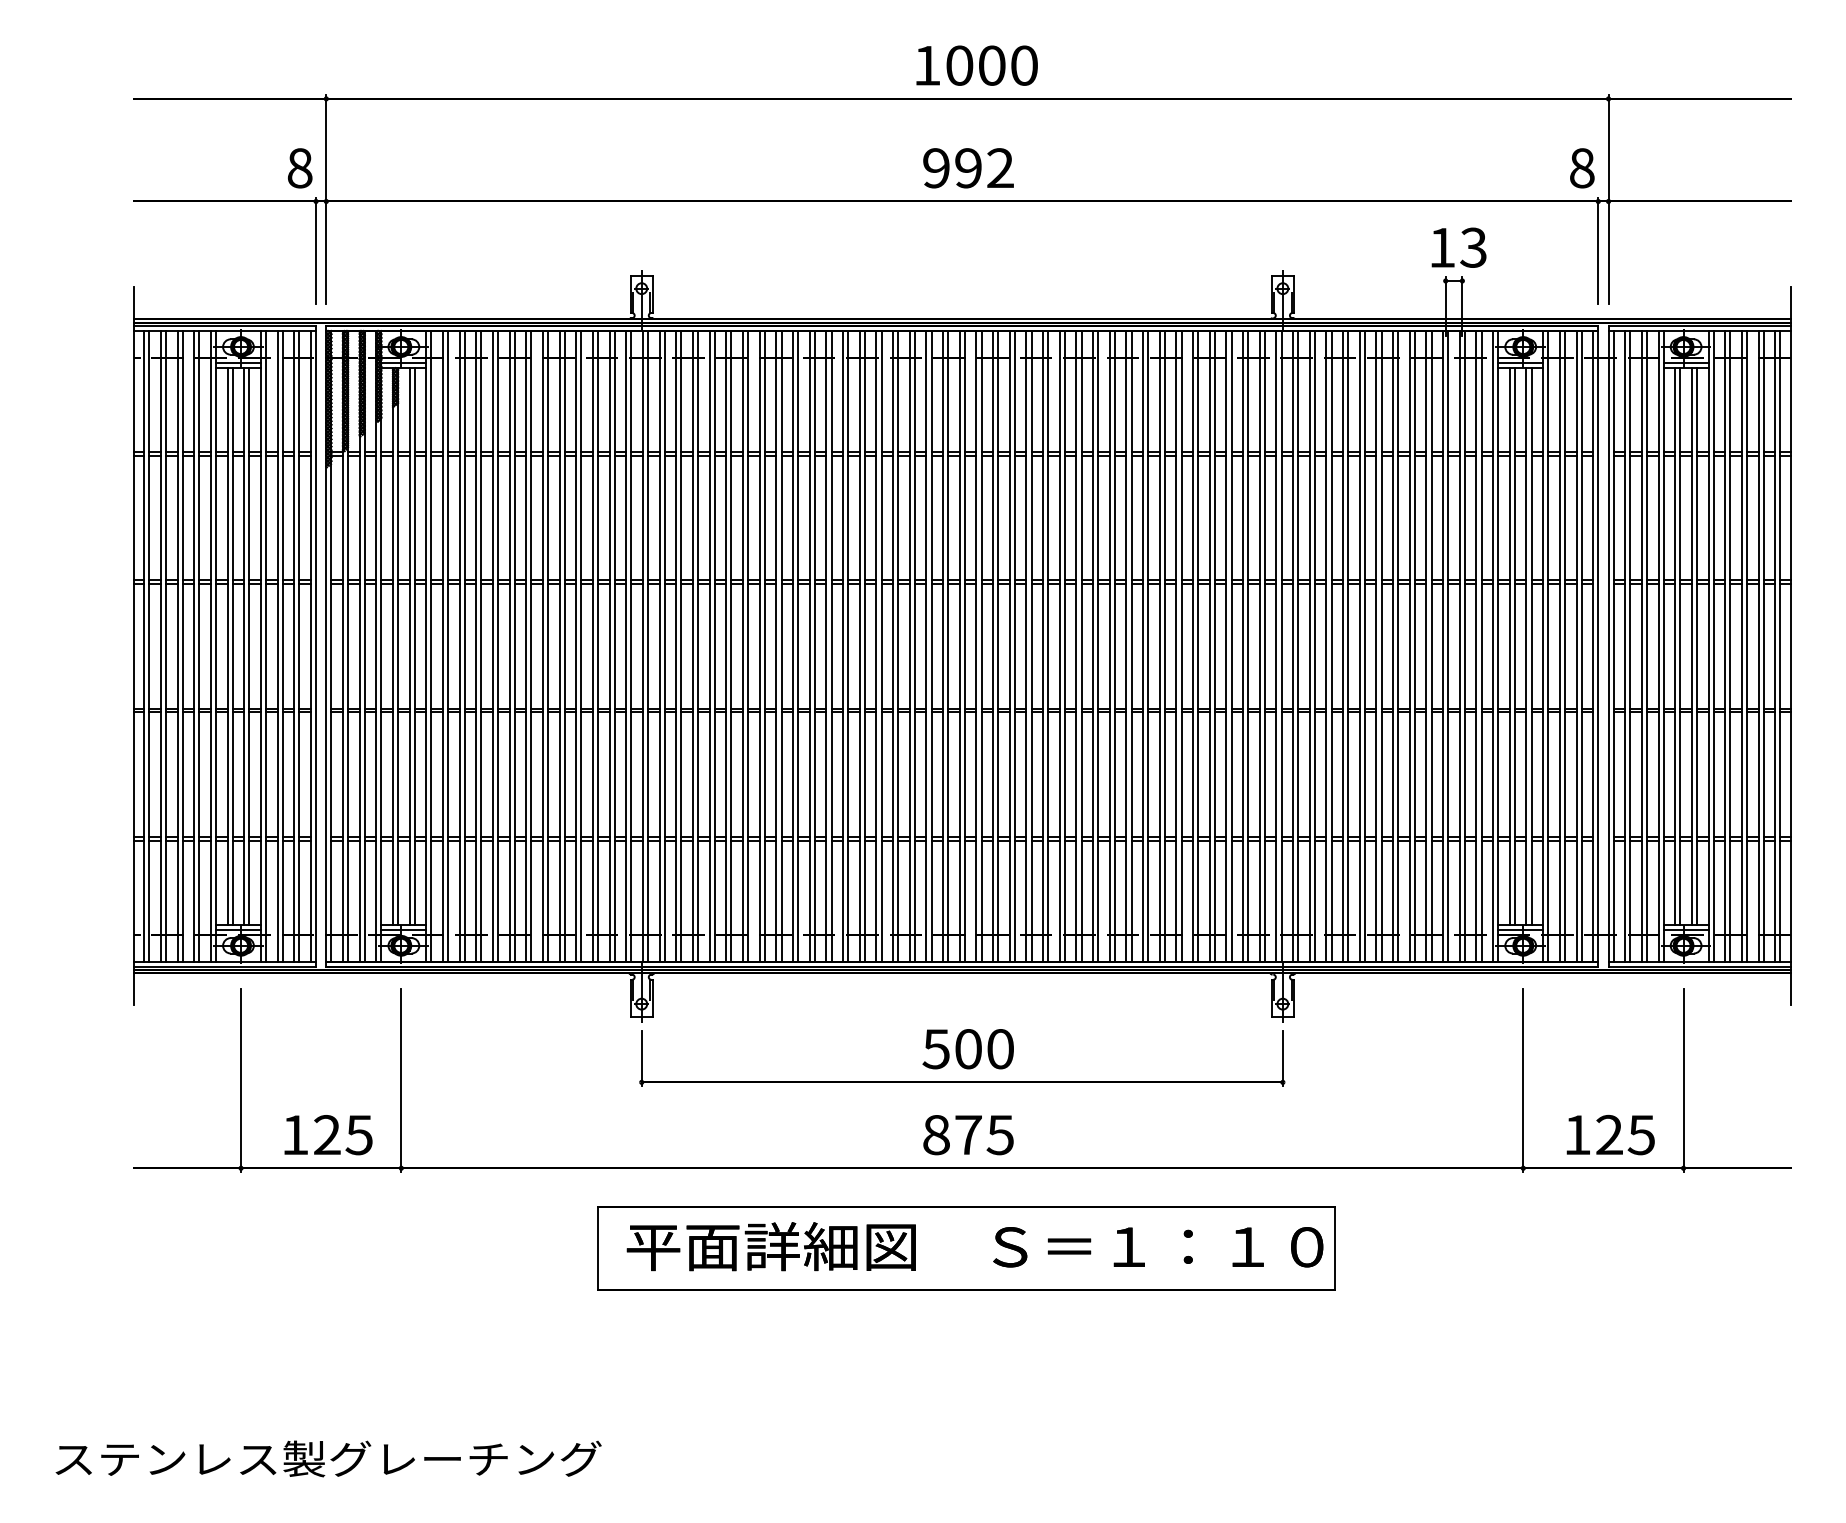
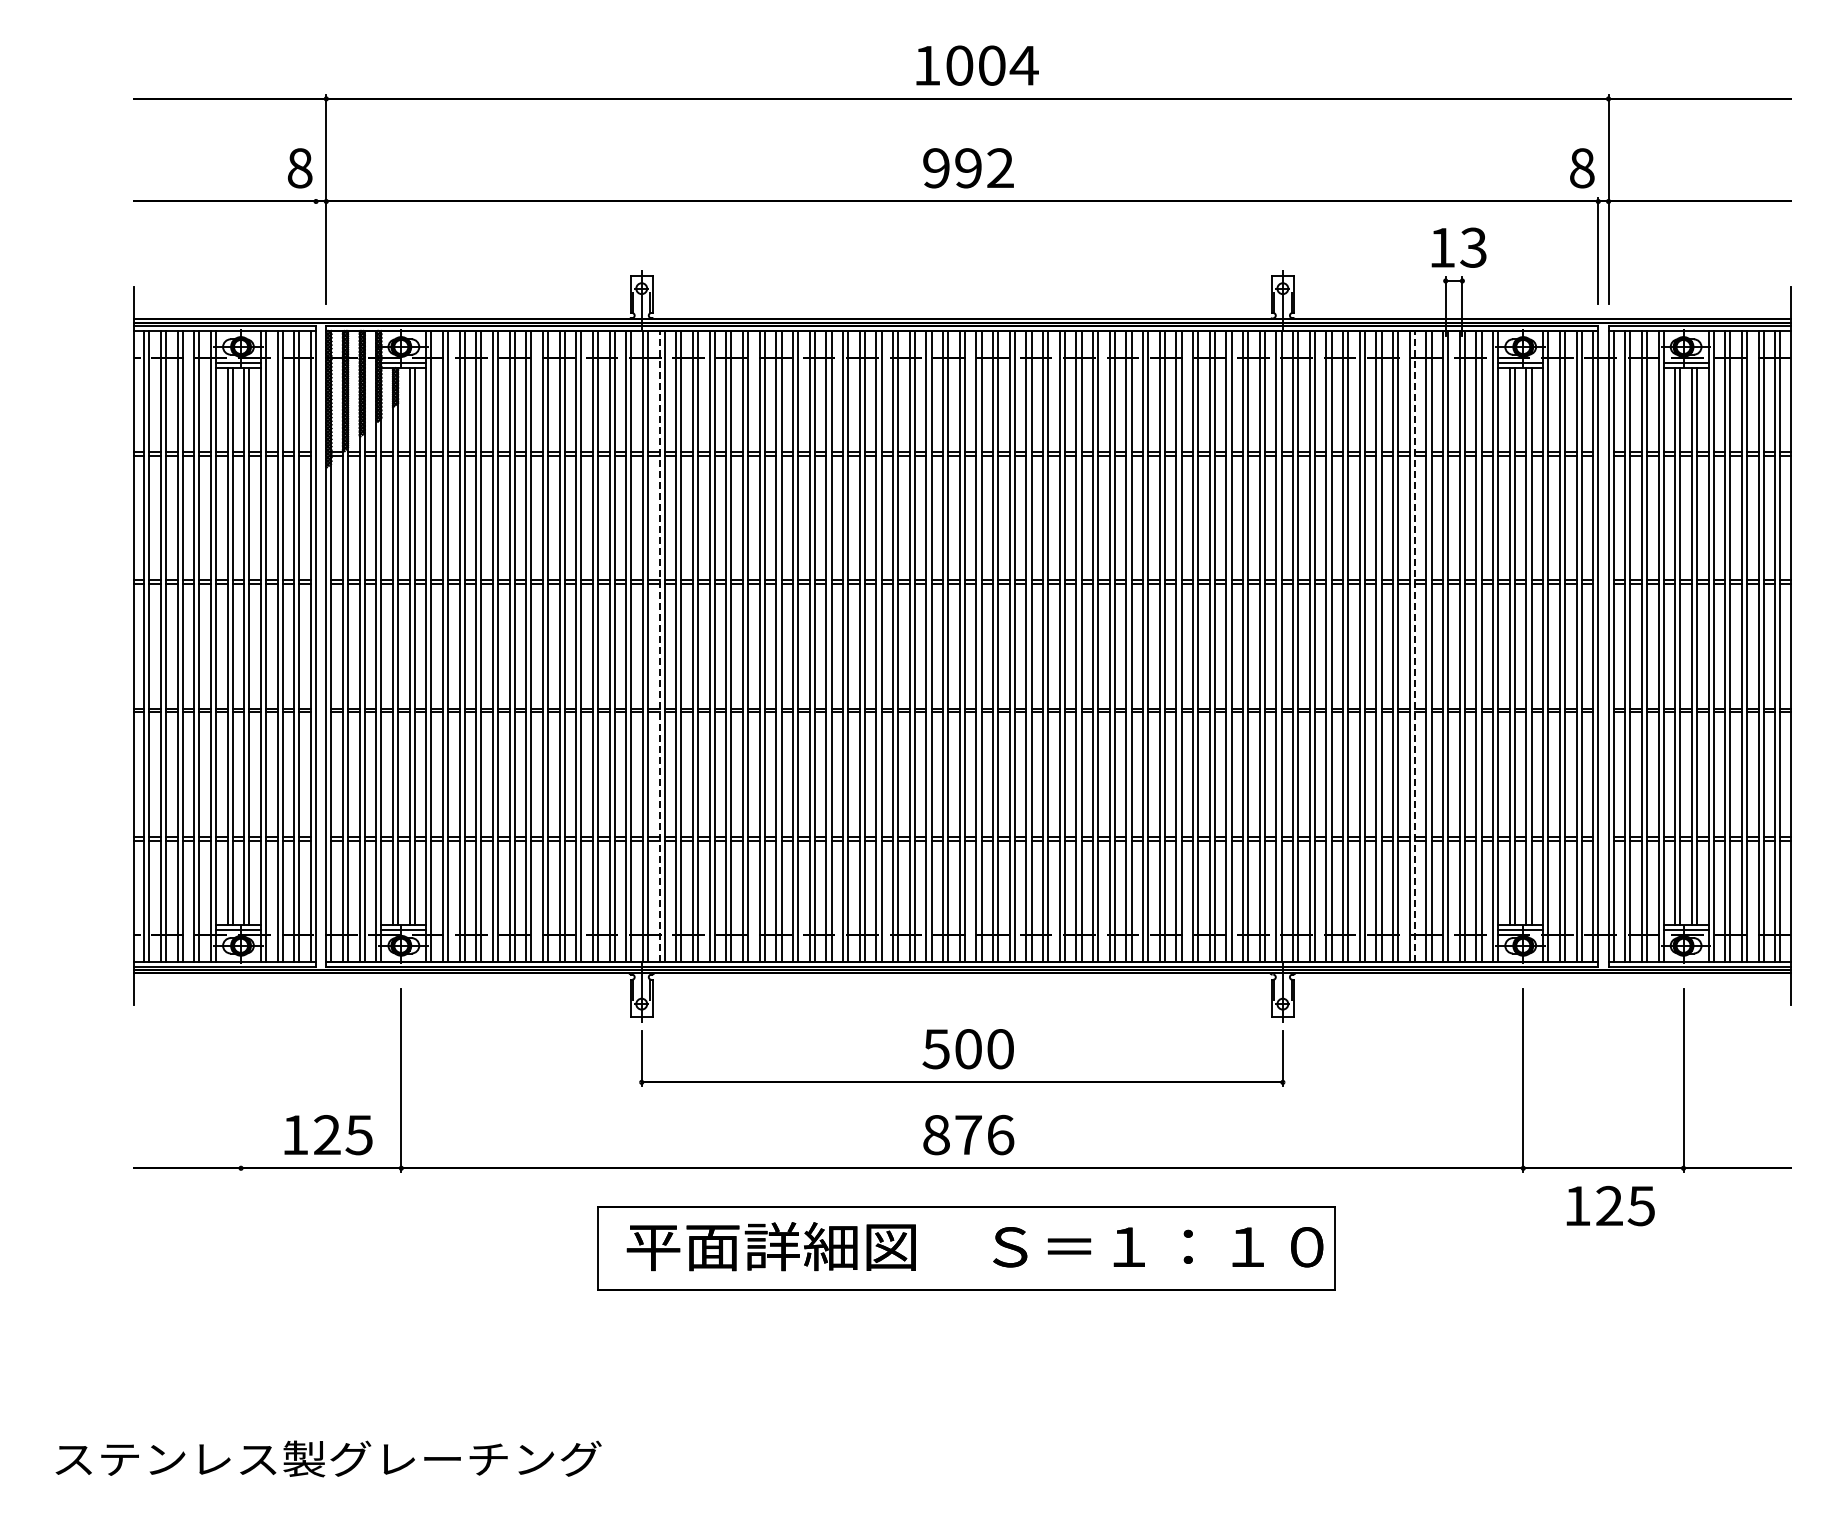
text at (1023, 65): 1000 -> 1004
line at (316, 250): present -> none
line at (659, 645): solid -> dashed
line at (1414, 645): solid -> dashed
line at (241, 1080): present -> none
text at (1000, 1134): 875 -> 876
text at (1610, 1134) position: (1610, 1134) -> (1610, 1205)
